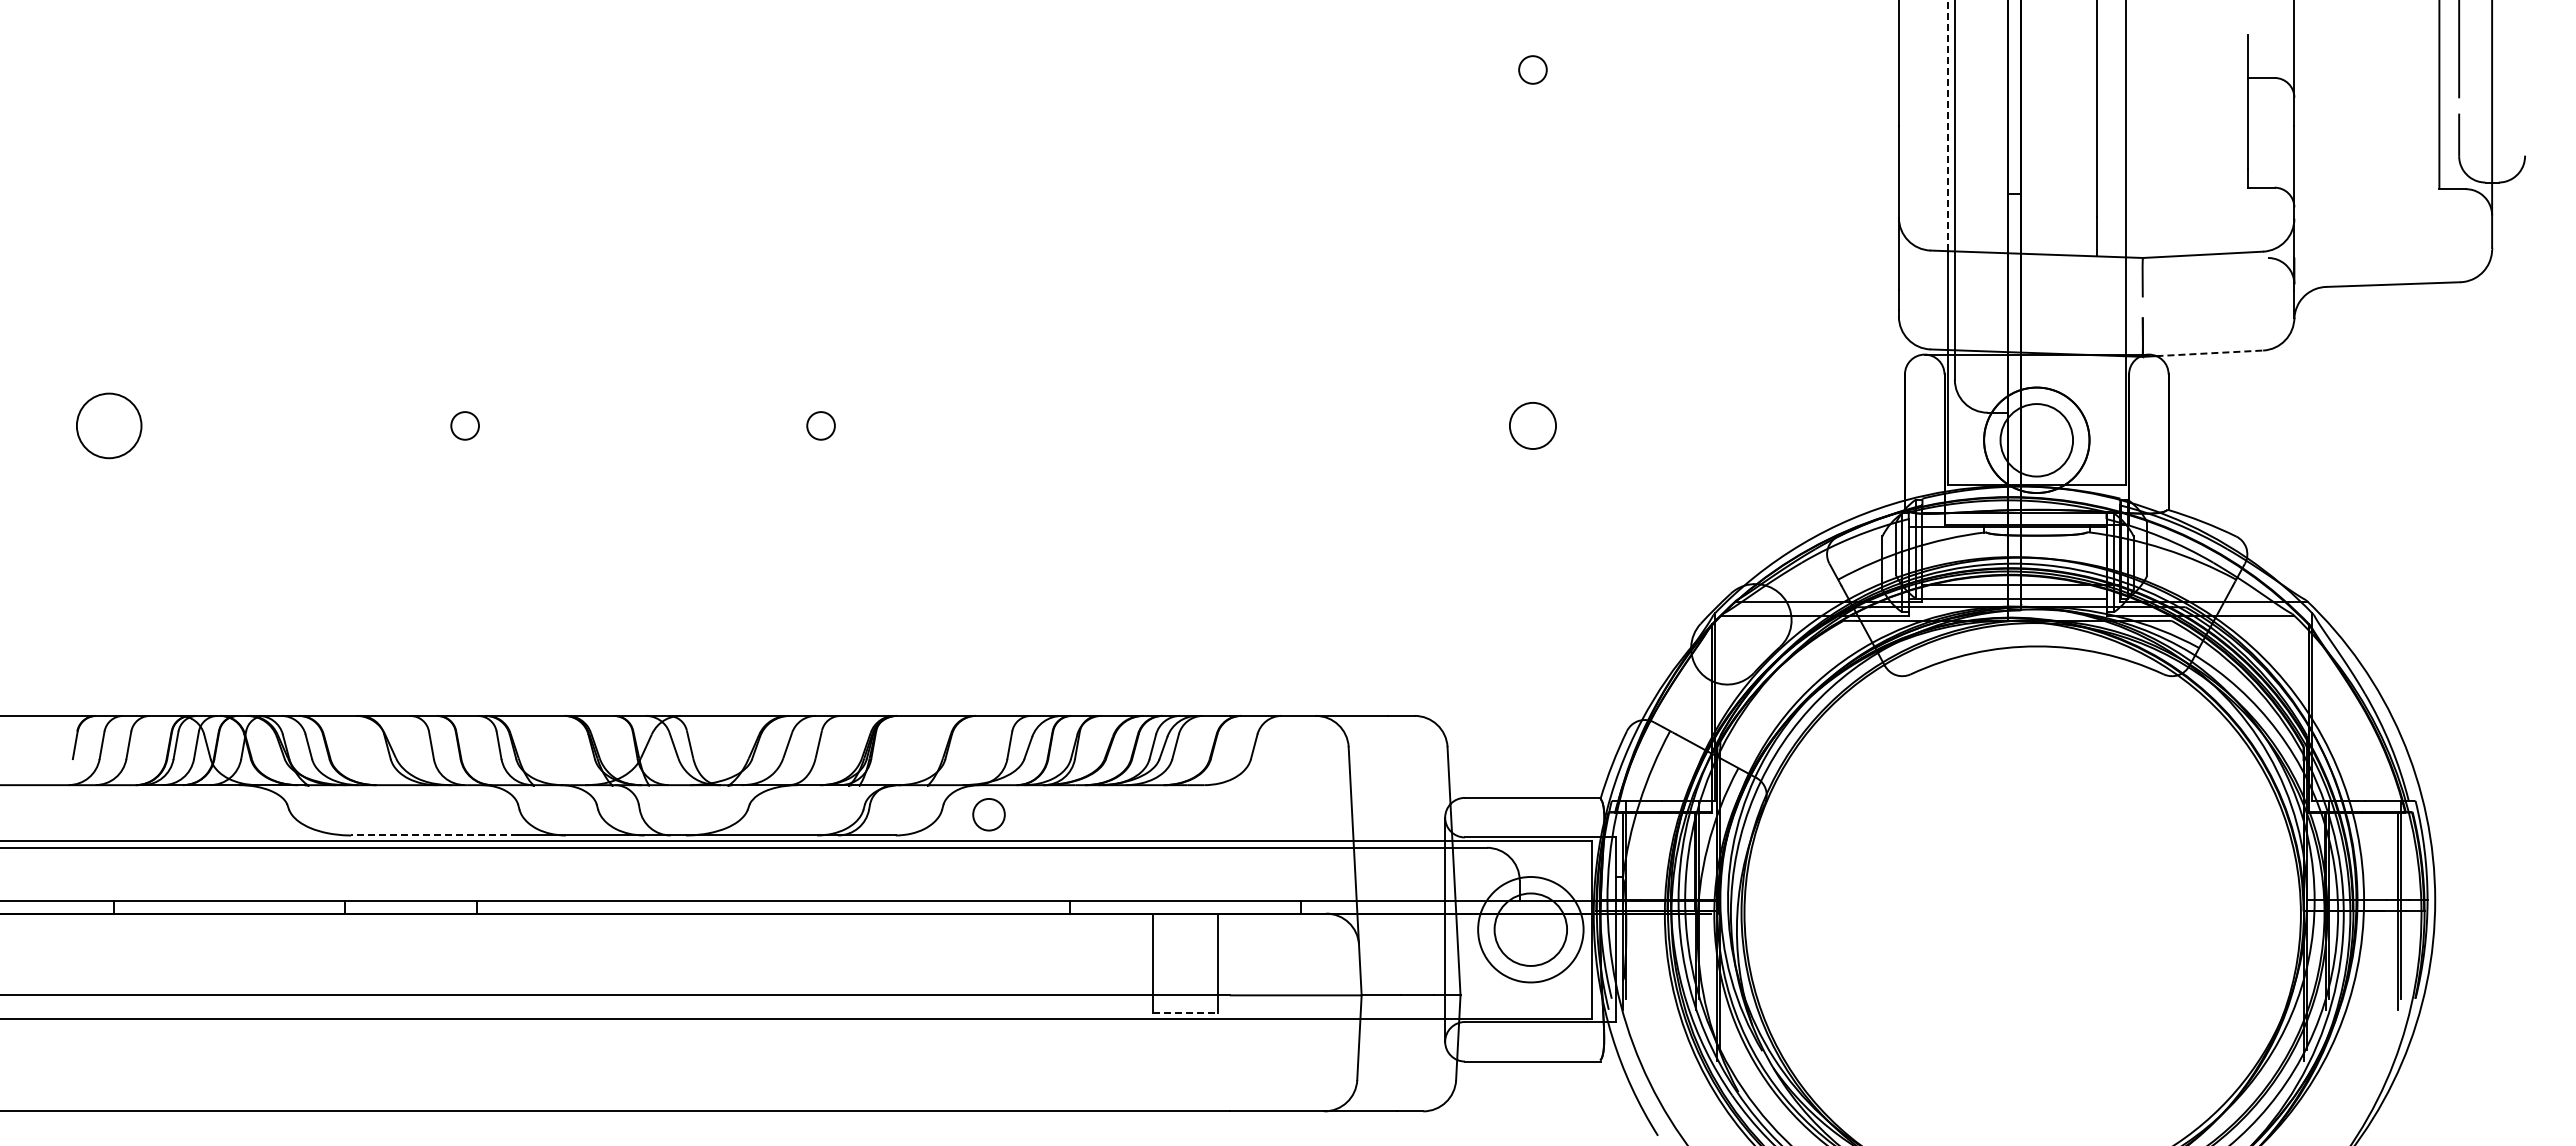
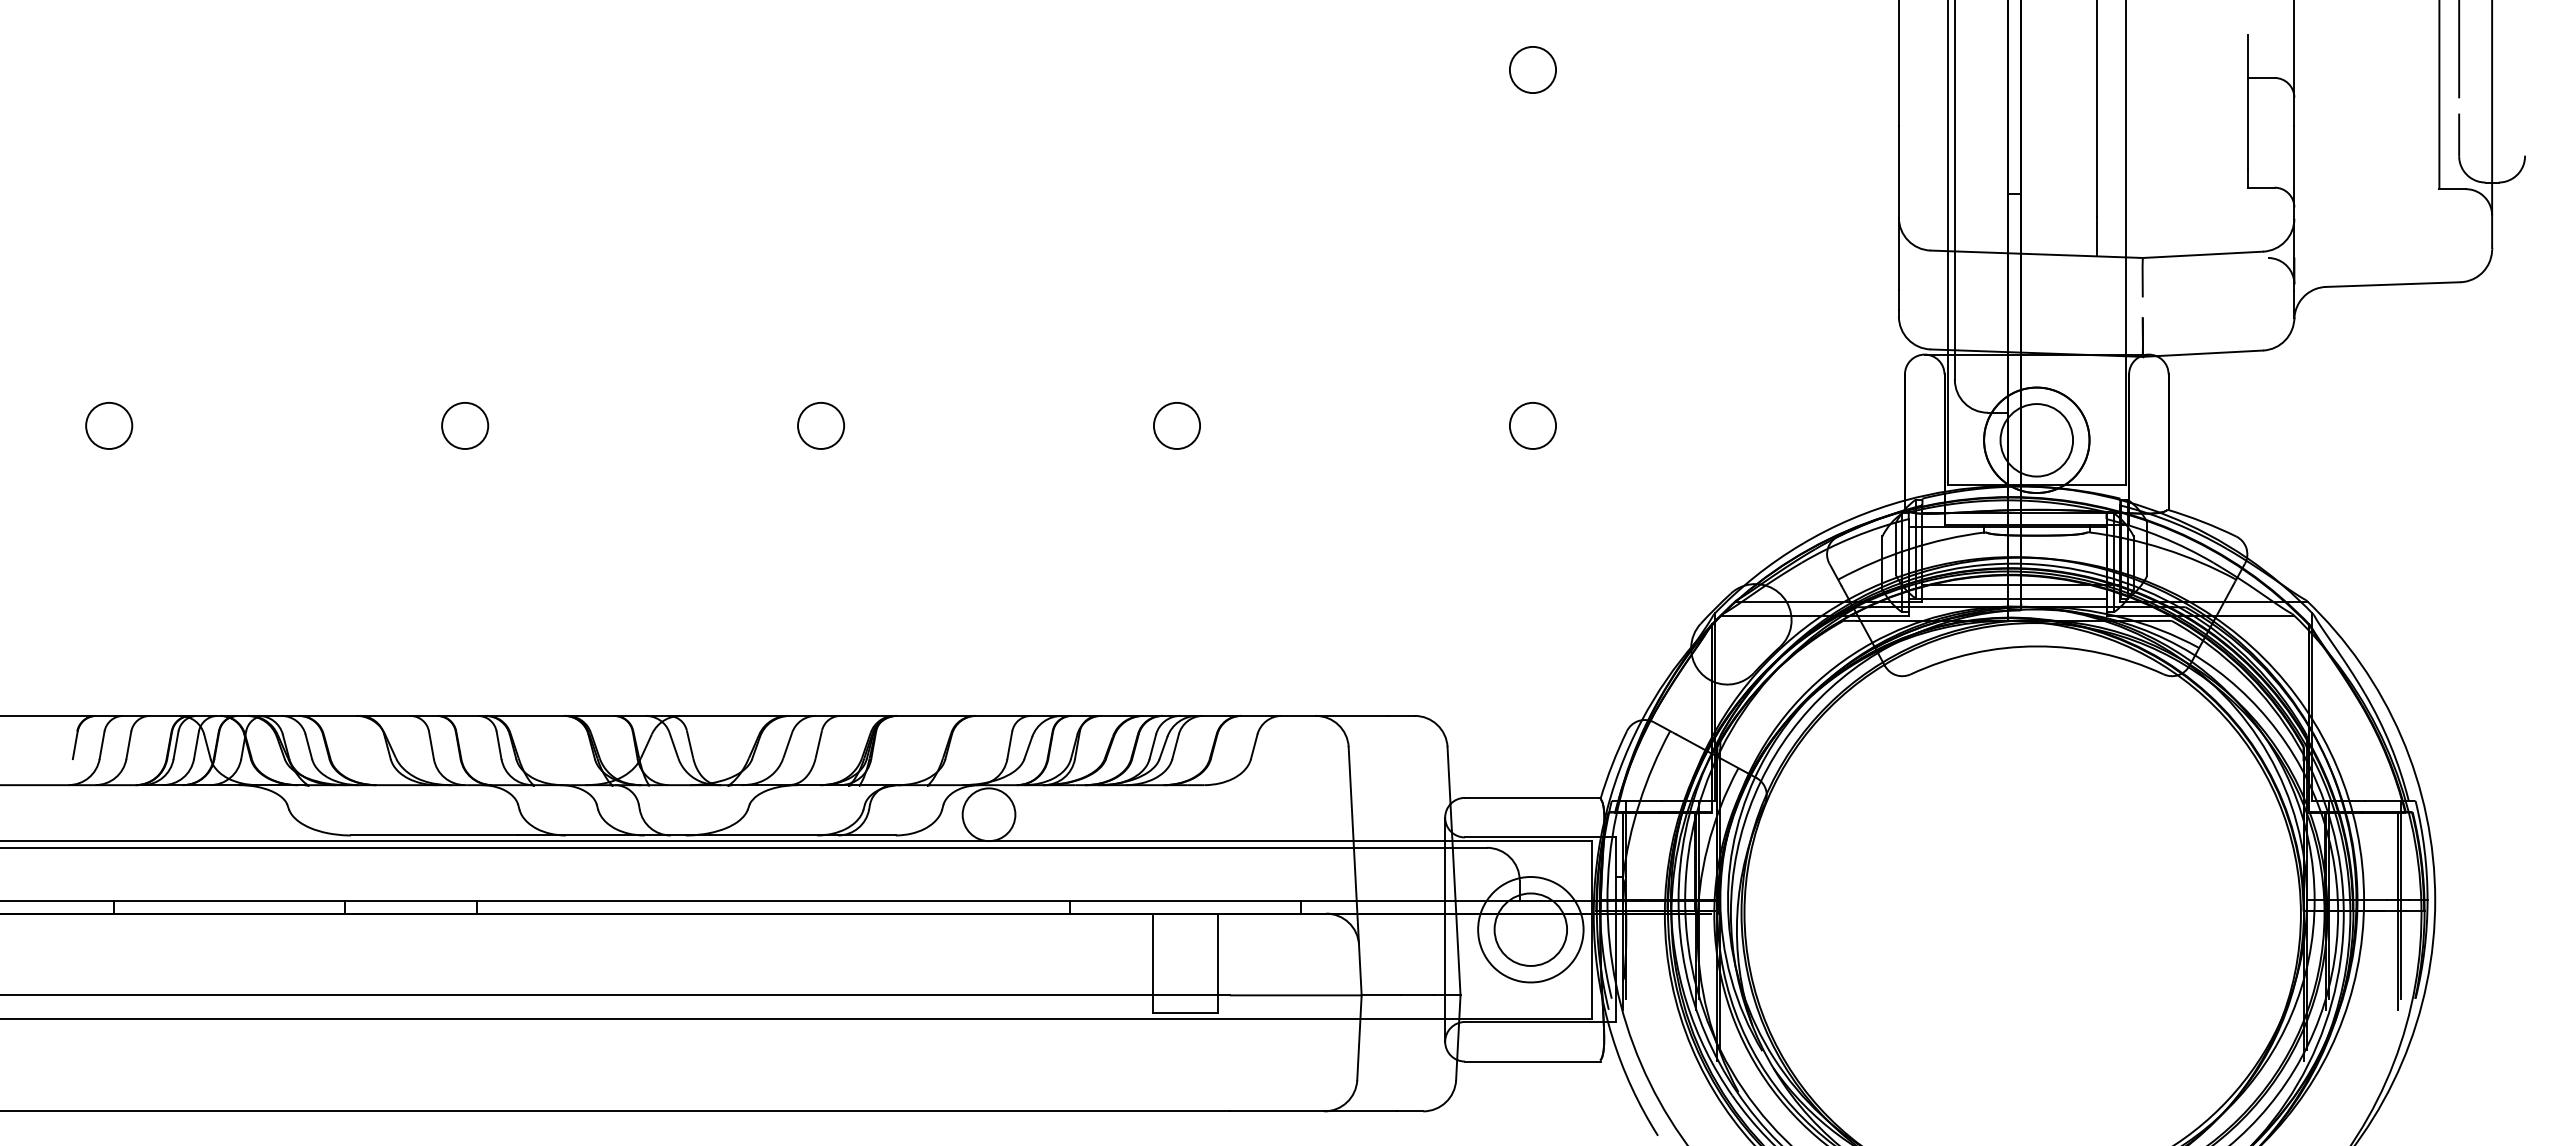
circle at (1532, 69) diameter: 28 px -> 46 px
line at (1947, 125): dashed -> solid
line at (2210, 353): dashed -> solid
circle at (108, 425) diameter: 65 px -> 46 px
circle at (464, 425) diameter: 28 px -> 46 px
circle at (820, 425) diameter: 28 px -> 46 px
circle at (1176, 425): none -> present
circle at (988, 814) diameter: 32 px -> 53 px
line at (434, 835): dashed -> solid
line at (1185, 1012): dashed -> solid
